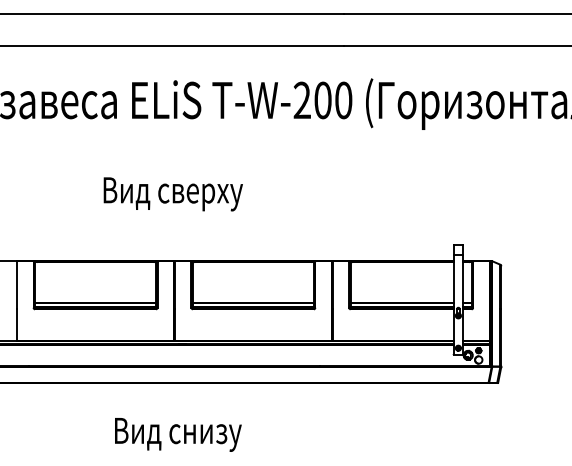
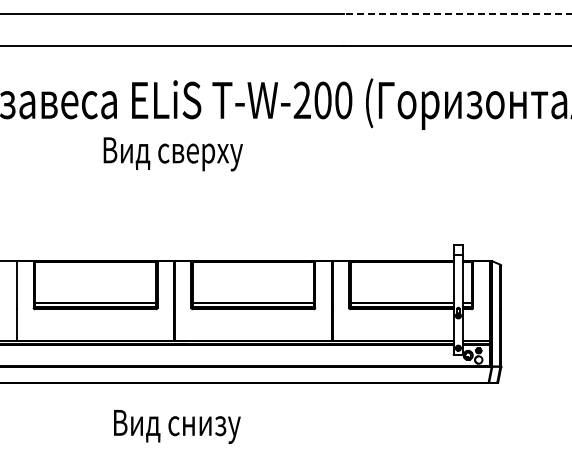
line at (457, 13): solid -> dashed
text at (172, 194) position: (172, 194) -> (172, 154)
text at (178, 434) position: (178, 434) -> (177, 426)
